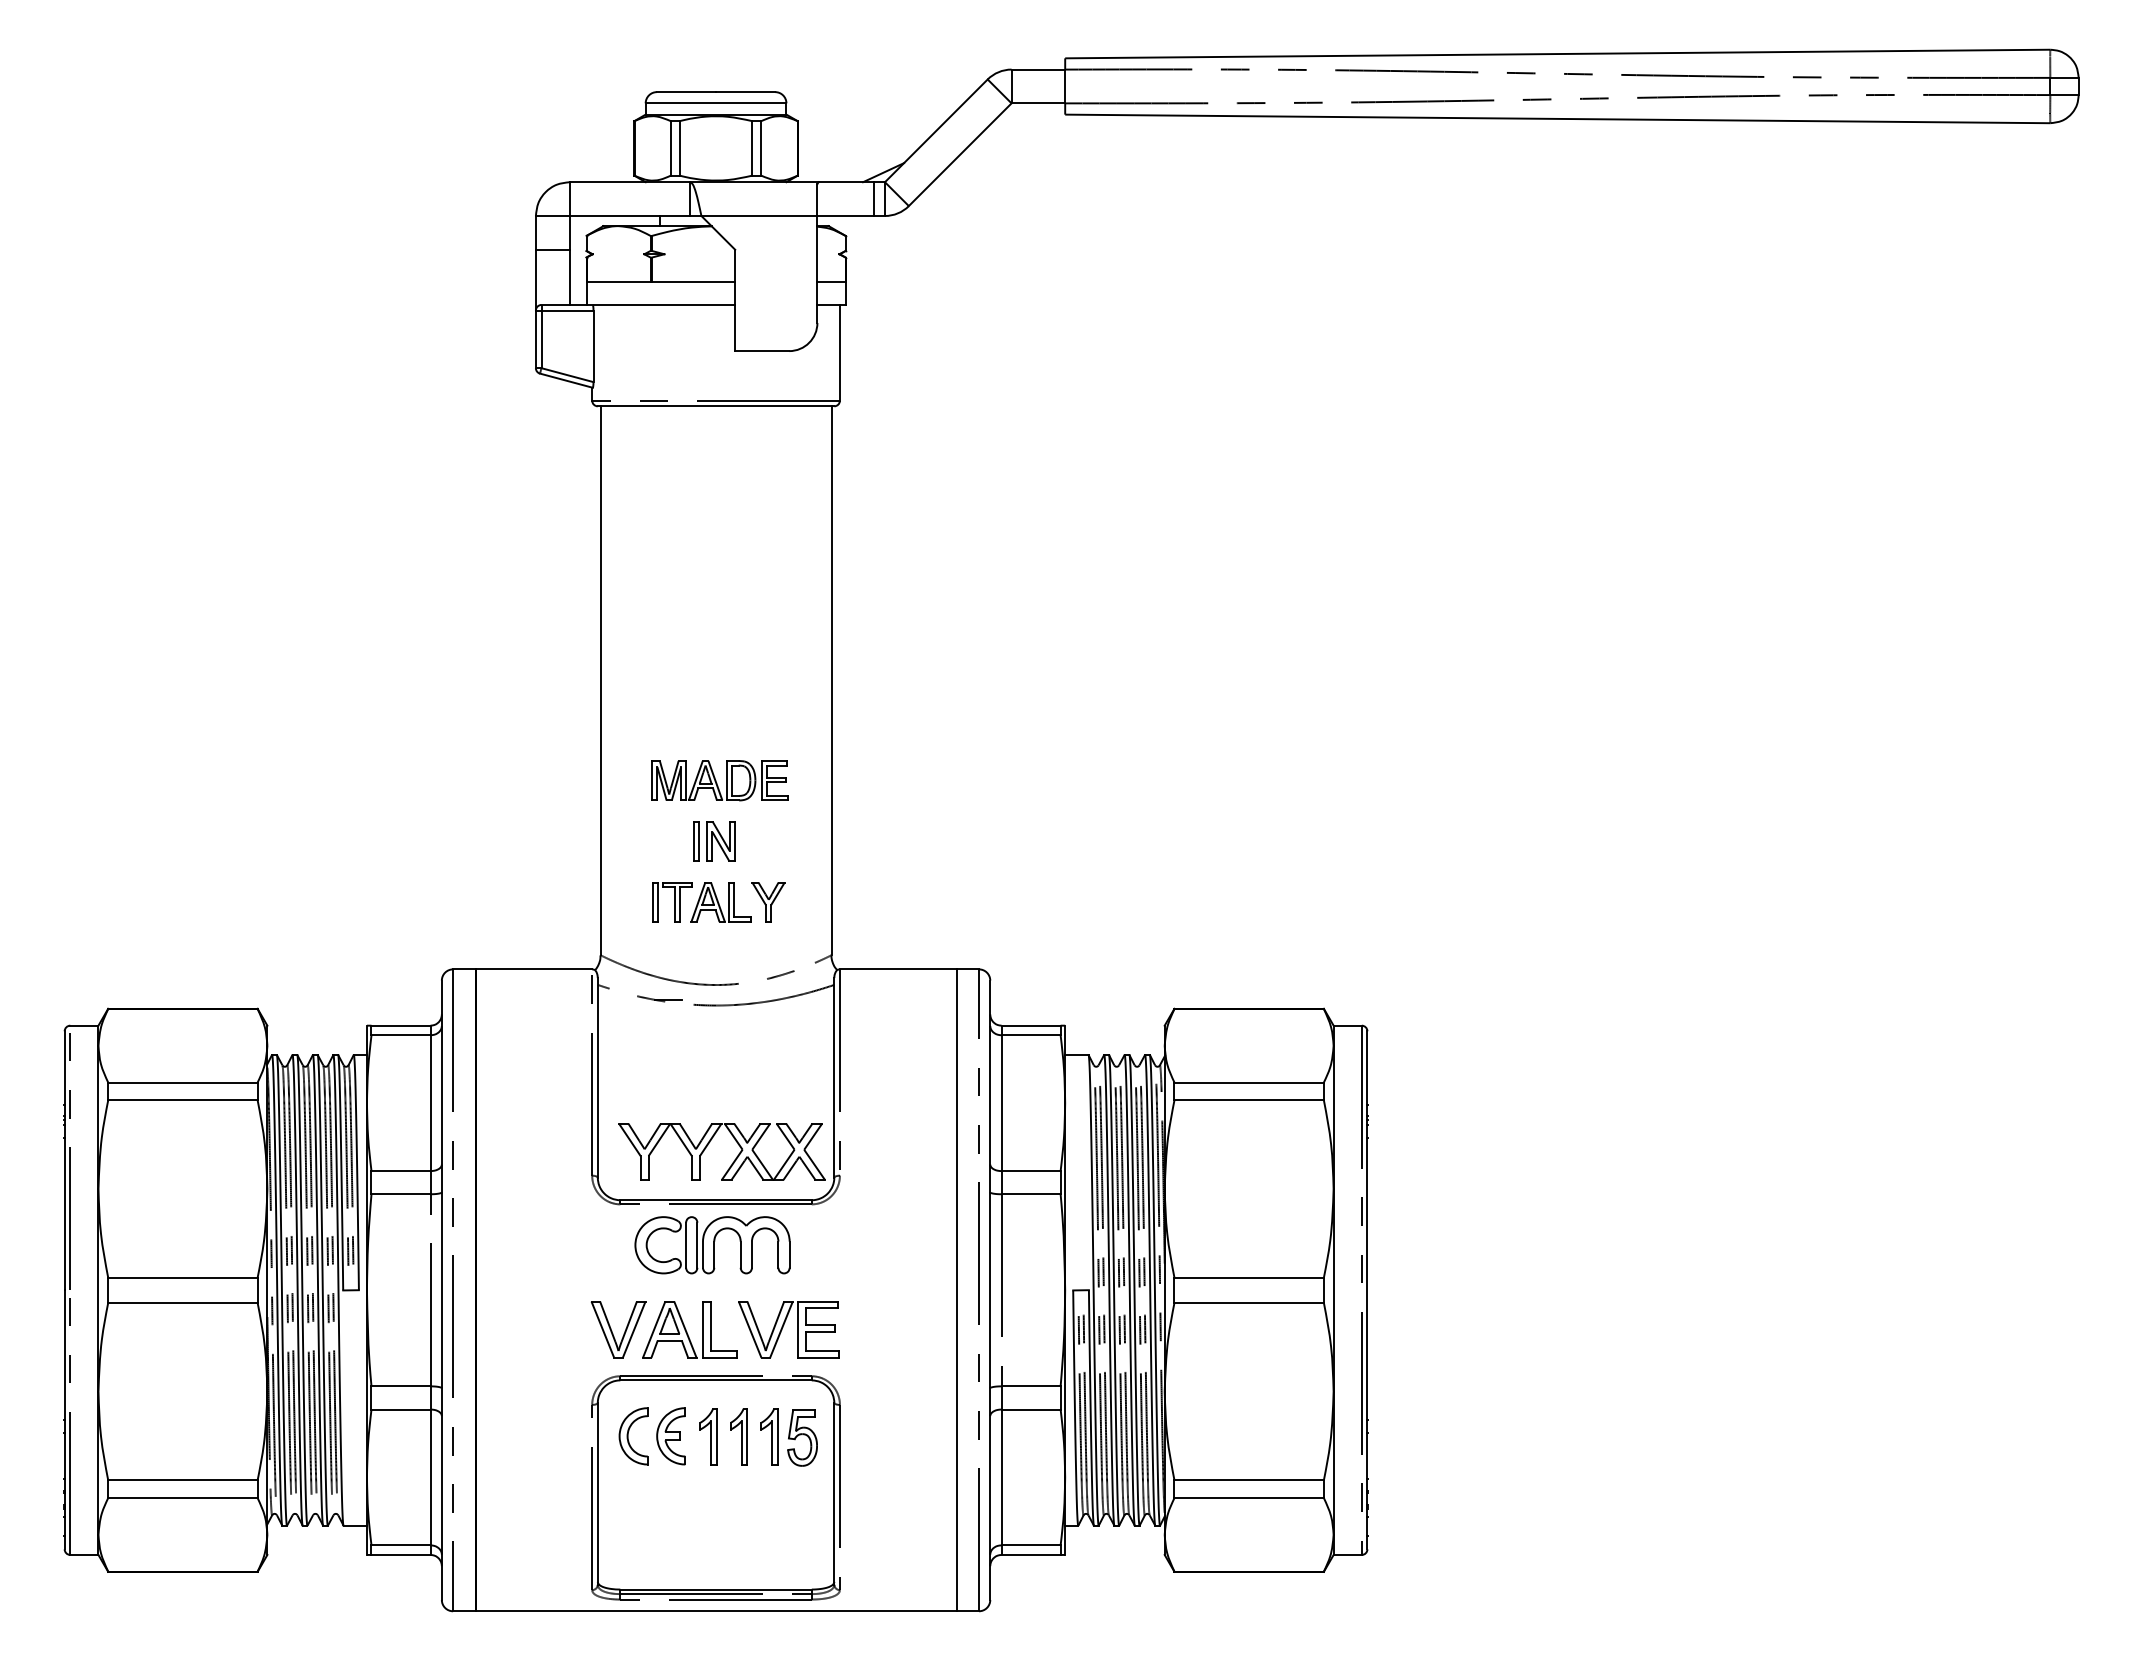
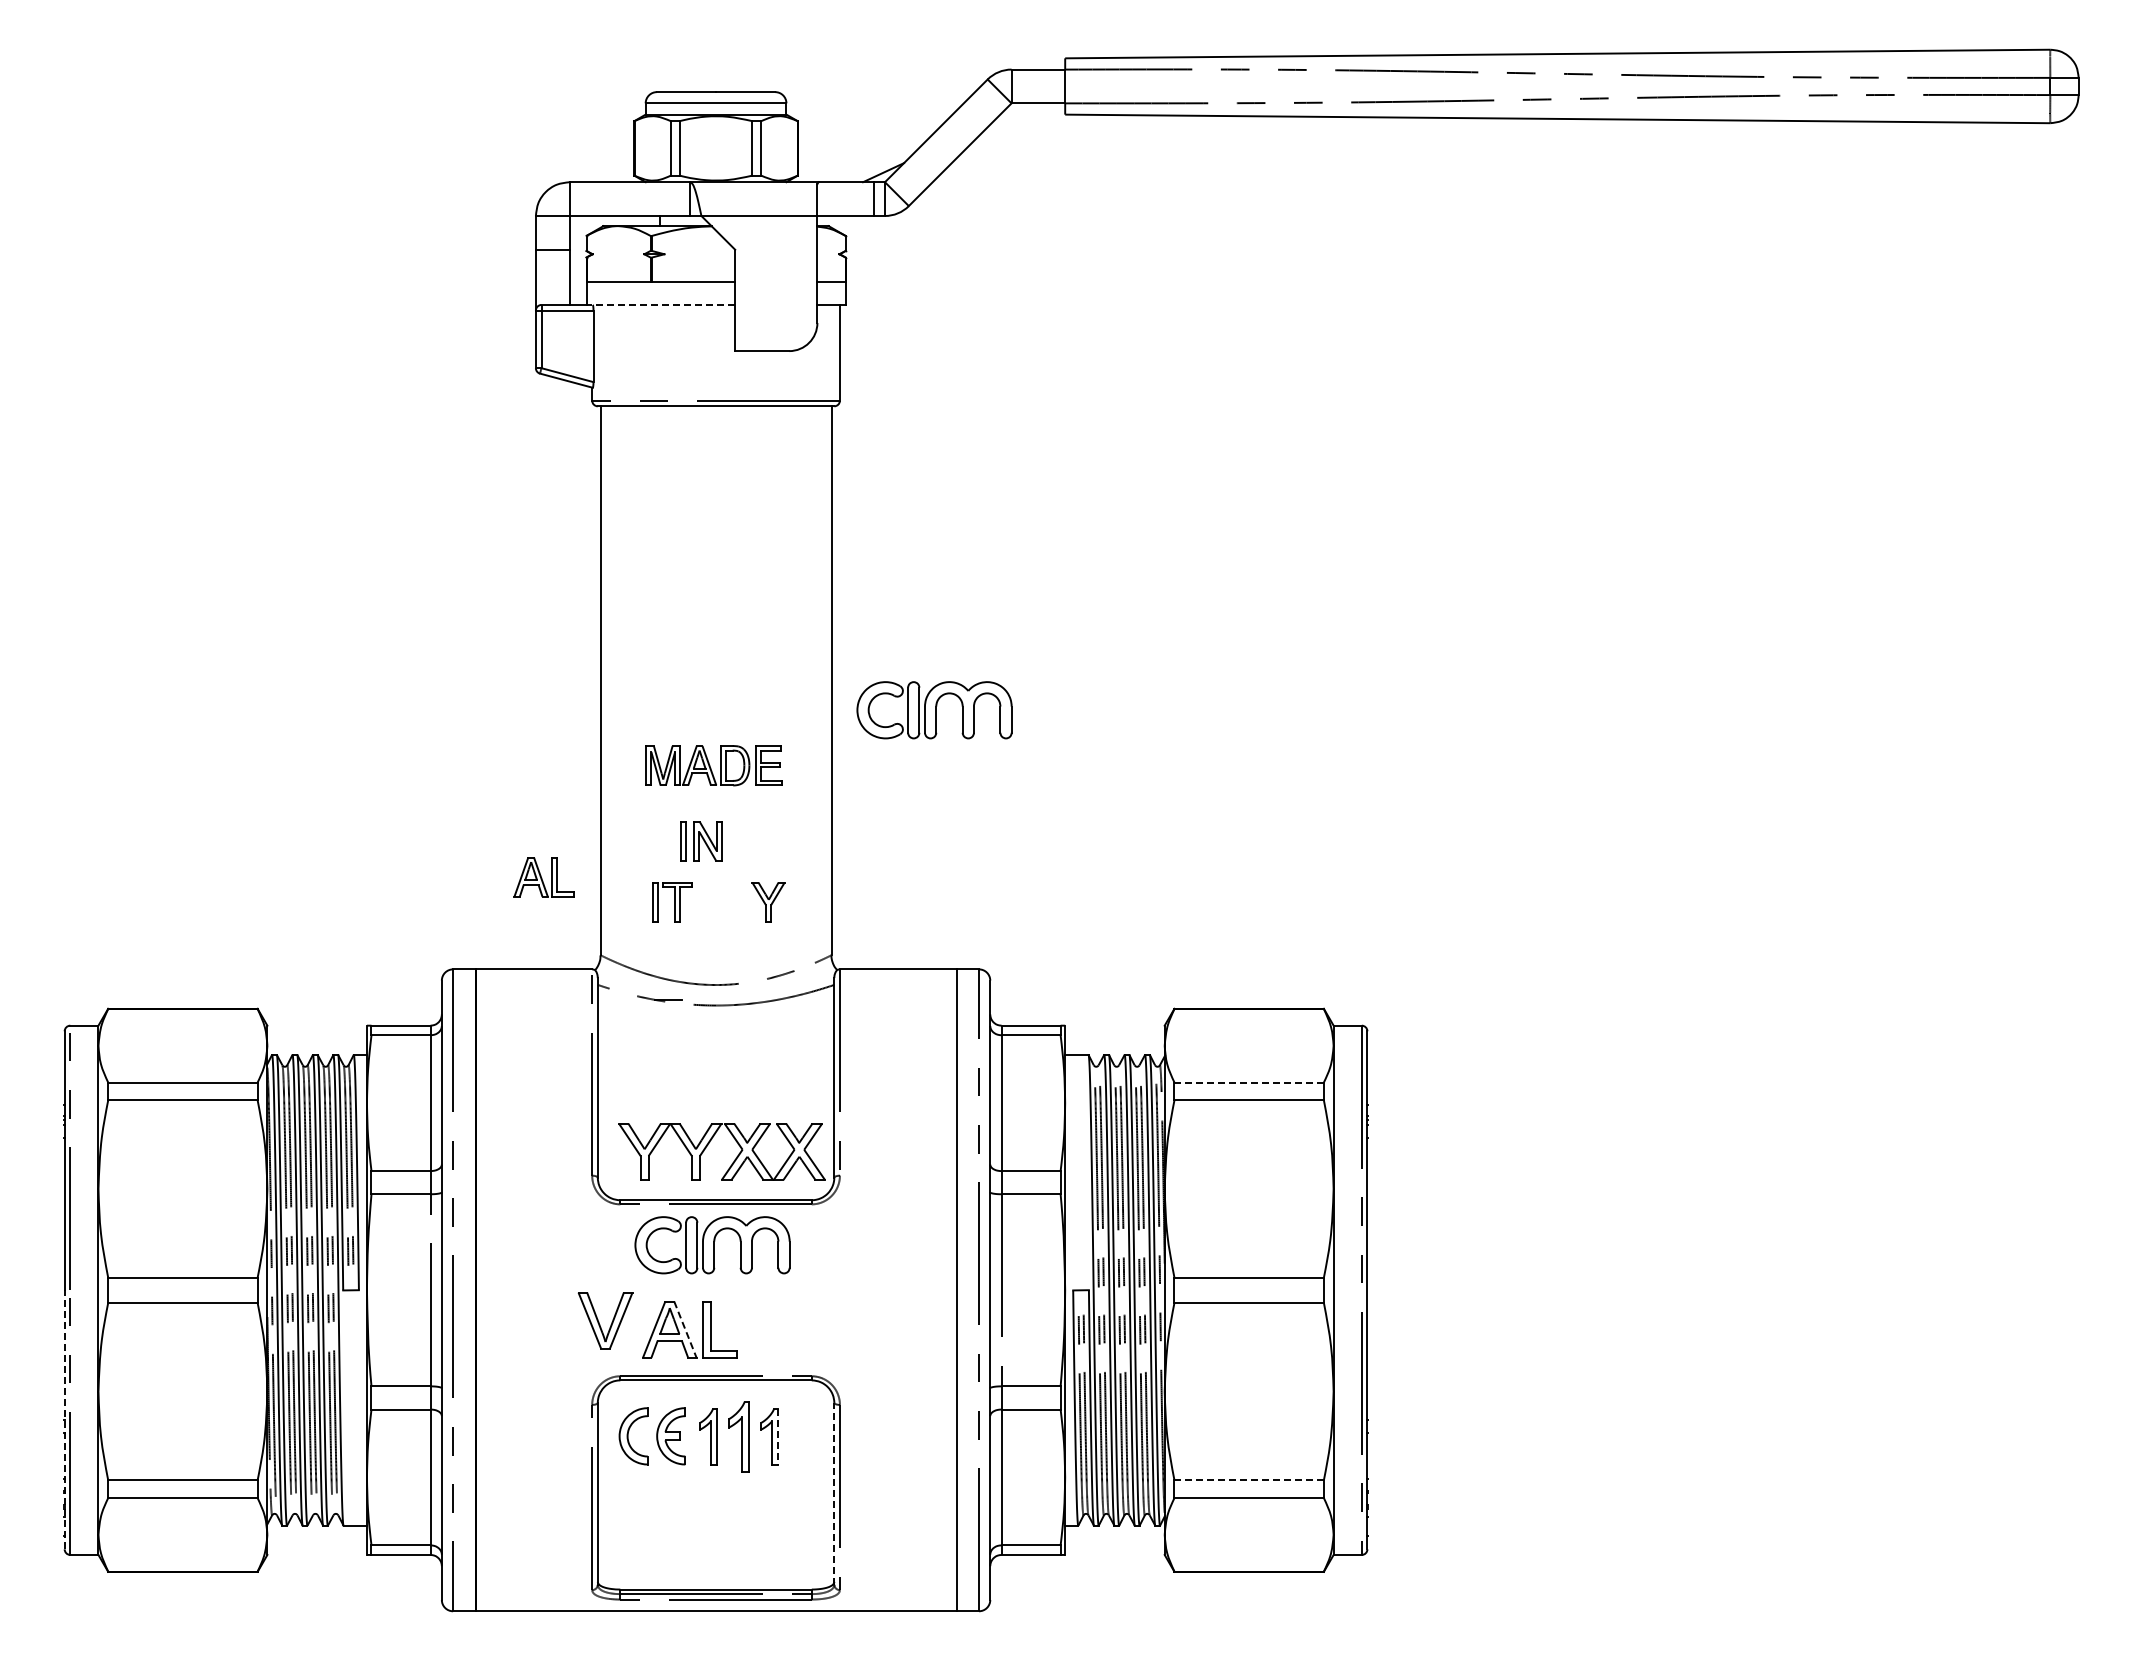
line at (660, 304): solid -> dashed
part at (934, 710): none -> present
part at (719, 780) position: (719, 780) -> (713, 765)
part at (714, 841) position: (714, 841) -> (701, 841)
part at (720, 902) position: (720, 902) -> (543, 877)
line at (1249, 1082): solid -> dashed
part at (788, 1329): present -> none
part at (612, 1330) position: (612, 1330) -> (599, 1321)
line at (685, 1330): solid -> dashed
line at (64, 1419): solid -> dashed
part at (738, 1436) size: 18x58 px -> 22x72 px
line at (777, 1437): solid -> dashed
part at (802, 1437): present -> none
line at (1249, 1480): solid -> dashed
line at (834, 1493): solid -> dashed
